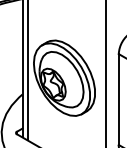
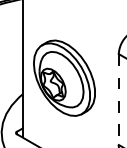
line at (27, 71): present -> none
line at (106, 73): present -> none
line at (118, 100): solid -> dashed
